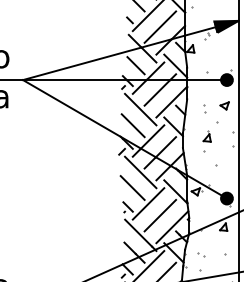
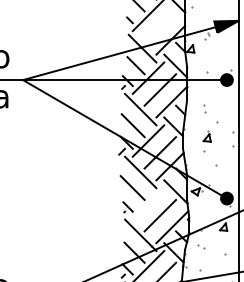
line at (160, 26): present -> none
part at (224, 105): present -> none
line at (148, 203): present -> none
part at (201, 254) position: (201, 254) -> (201, 246)
